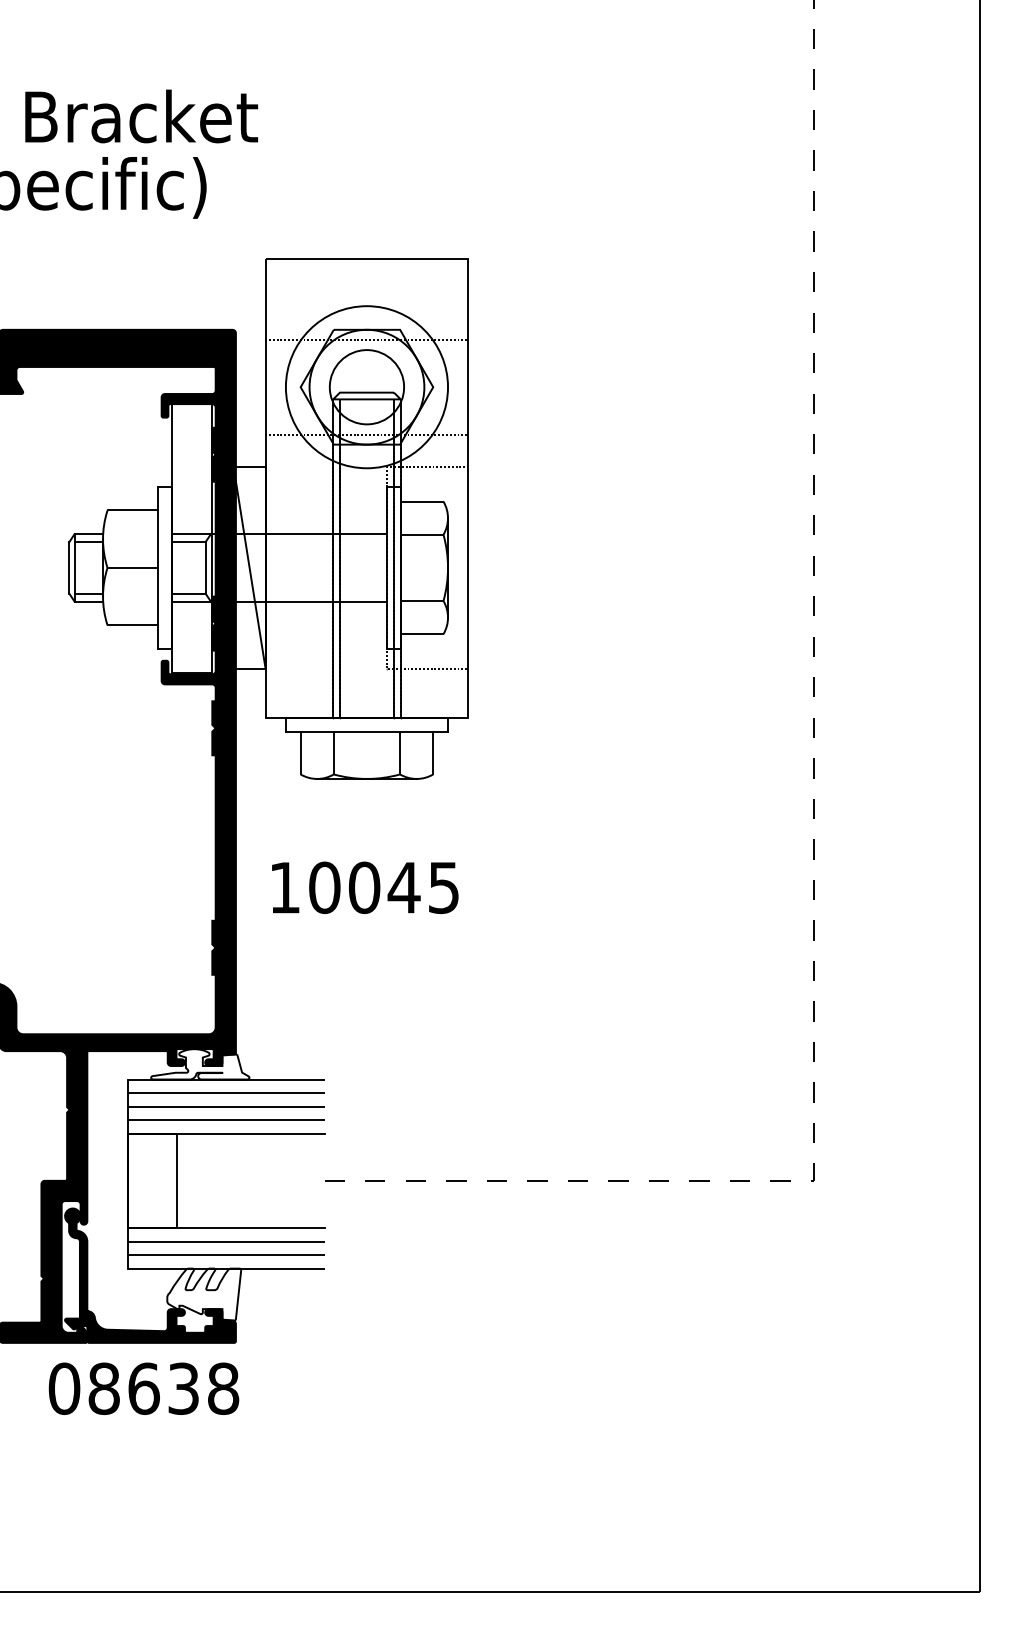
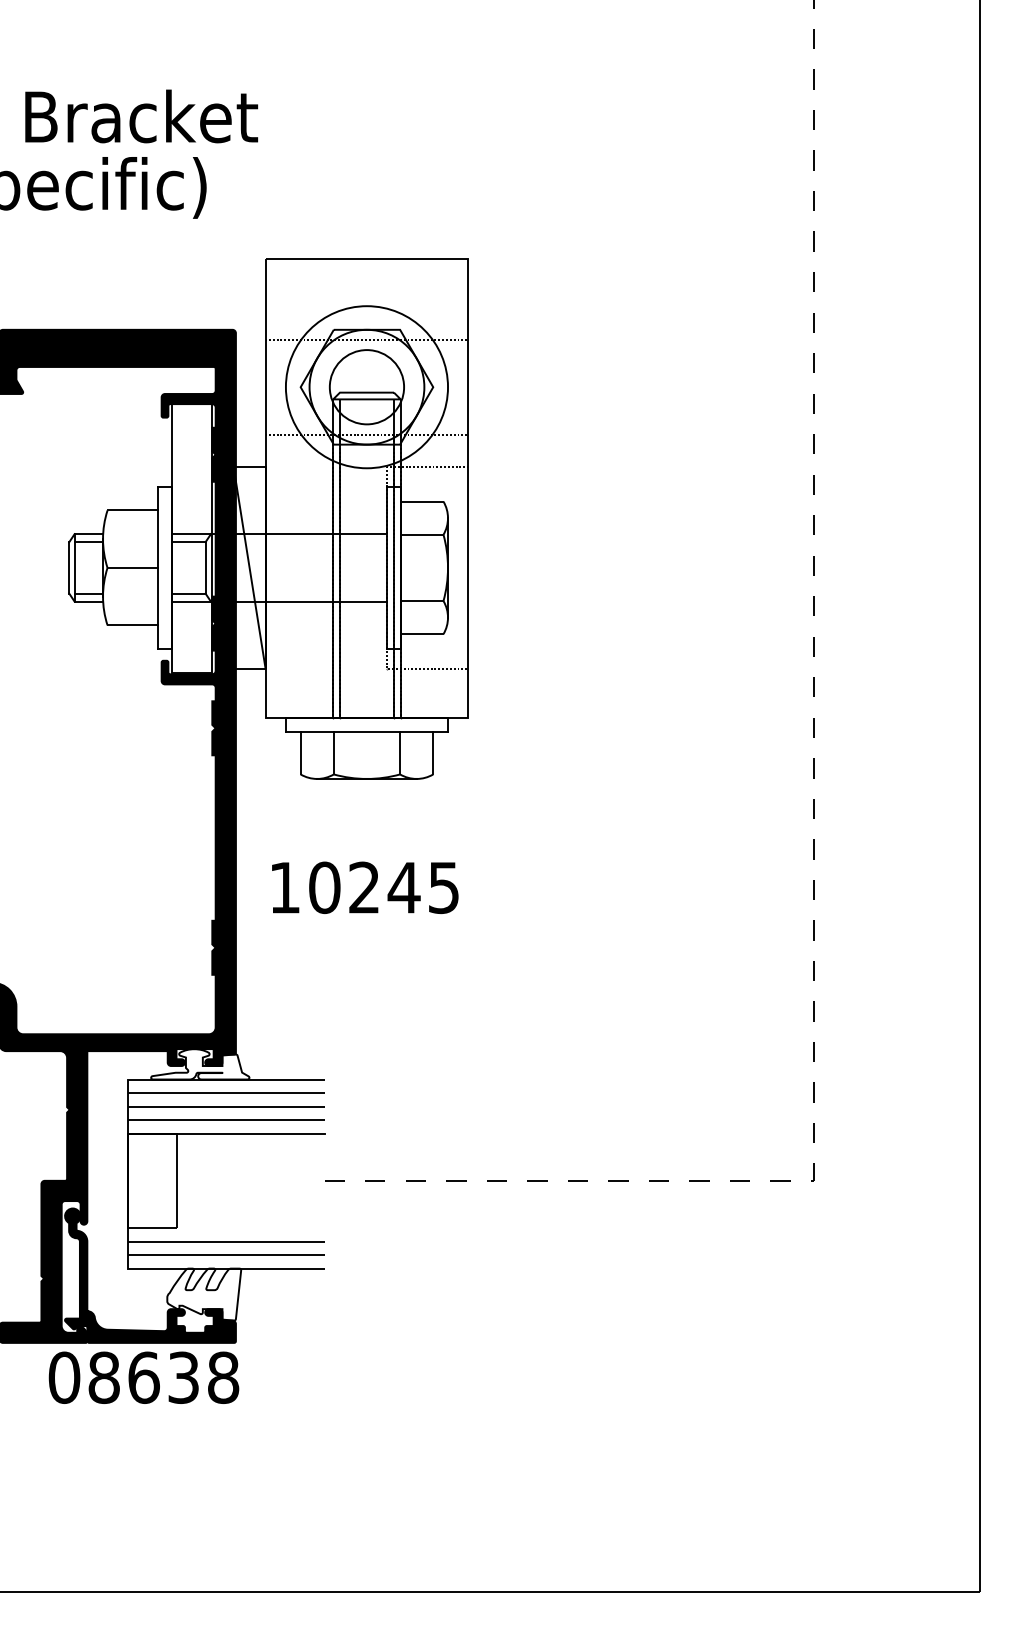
text at (364, 887): 10045 -> 10245
line at (225, 1228): present -> none
text at (143, 1388) position: (143, 1388) -> (143, 1377)
